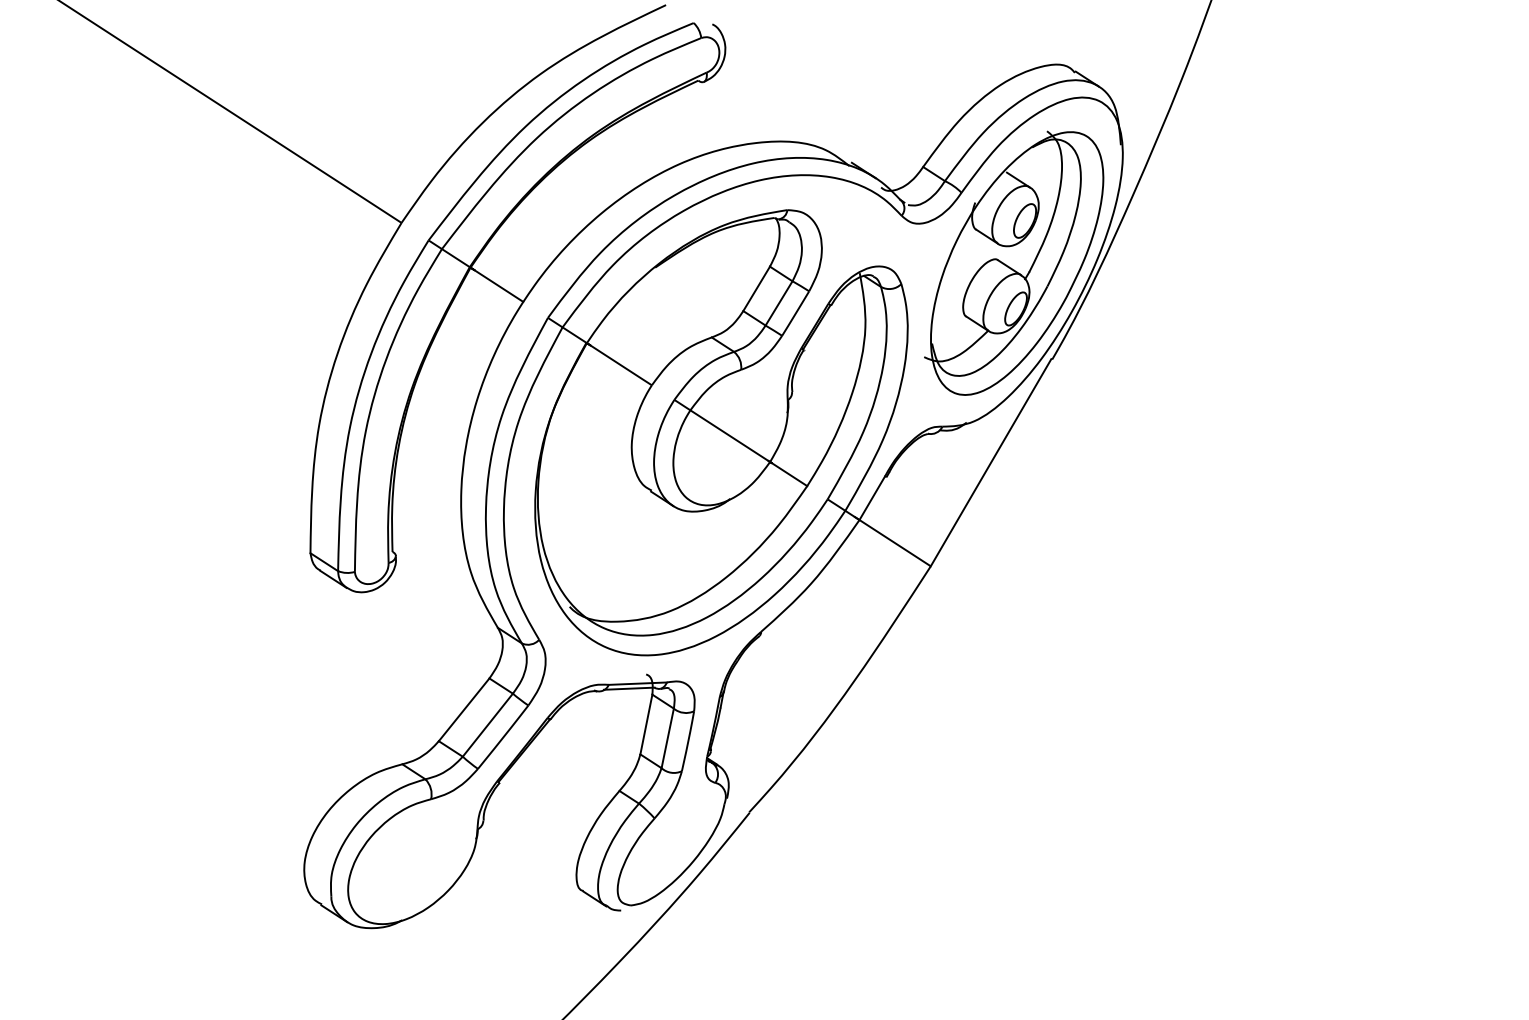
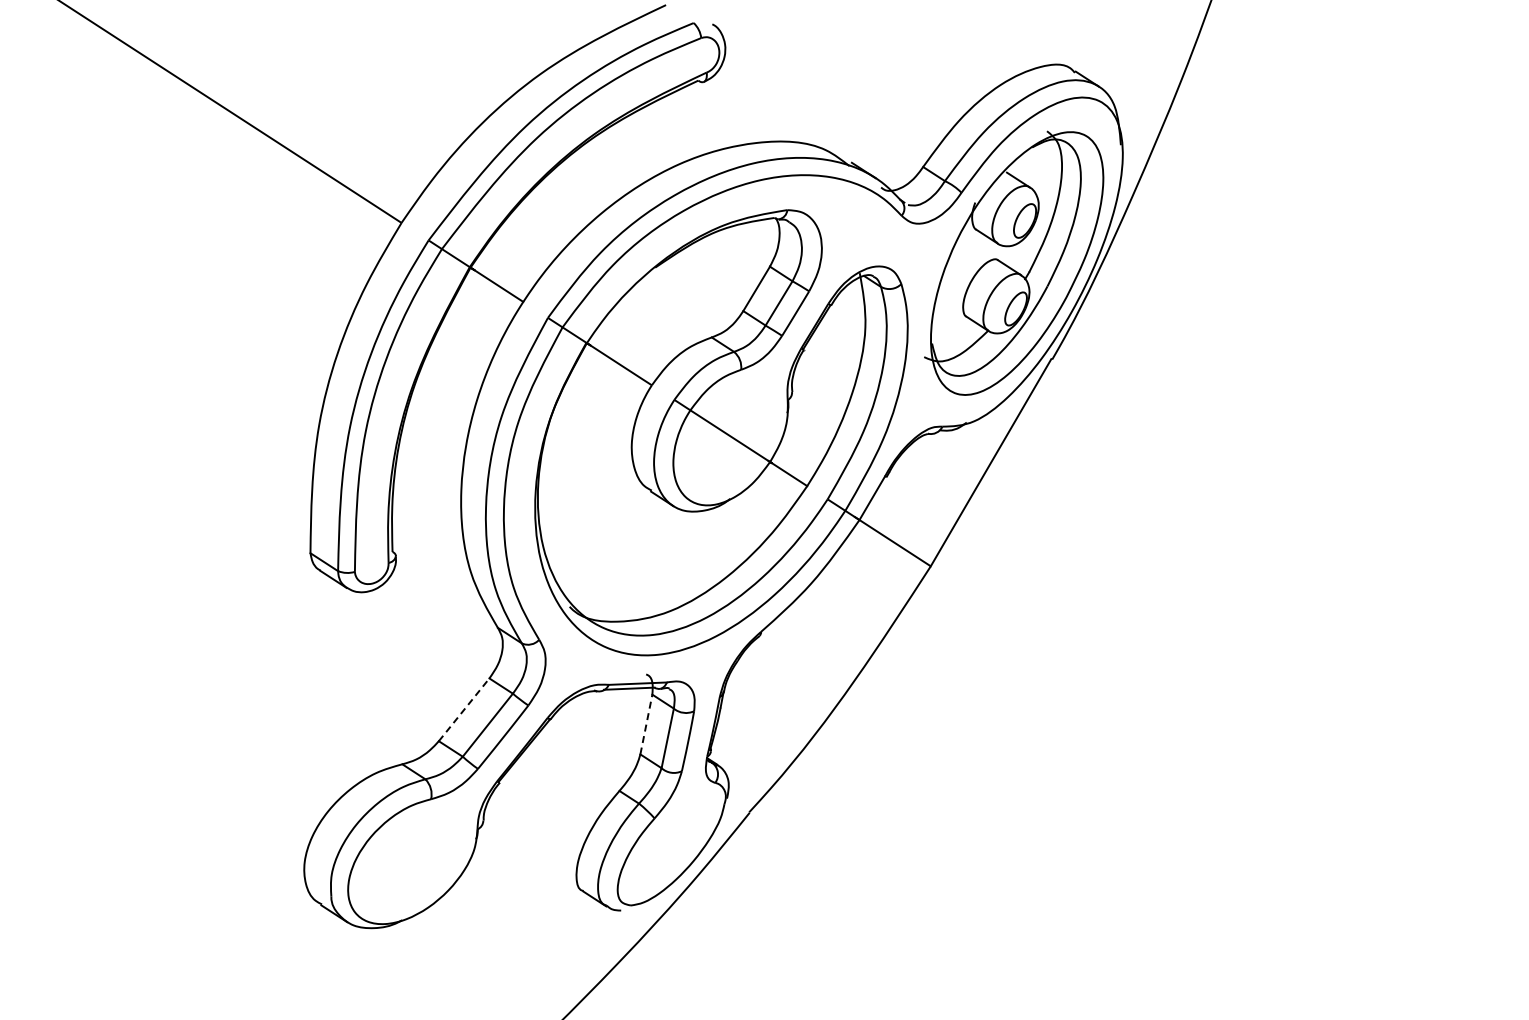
line at (464, 709): solid -> dashed
line at (646, 724): solid -> dashed
